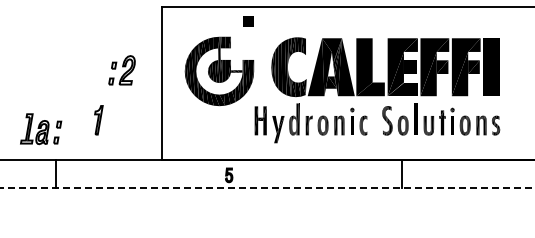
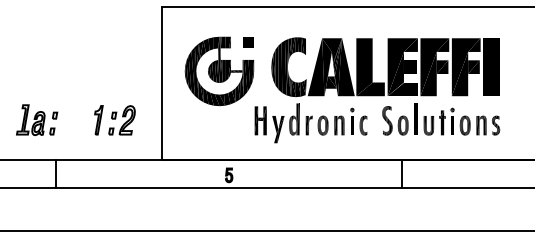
part at (248, 21) position: (248, 21) -> (248, 42)
part at (121, 70) position: (121, 70) -> (121, 120)
part at (41, 129) position: (41, 129) -> (37, 120)
line at (267, 188): dashed -> solid
line at (266, 230): none -> present
